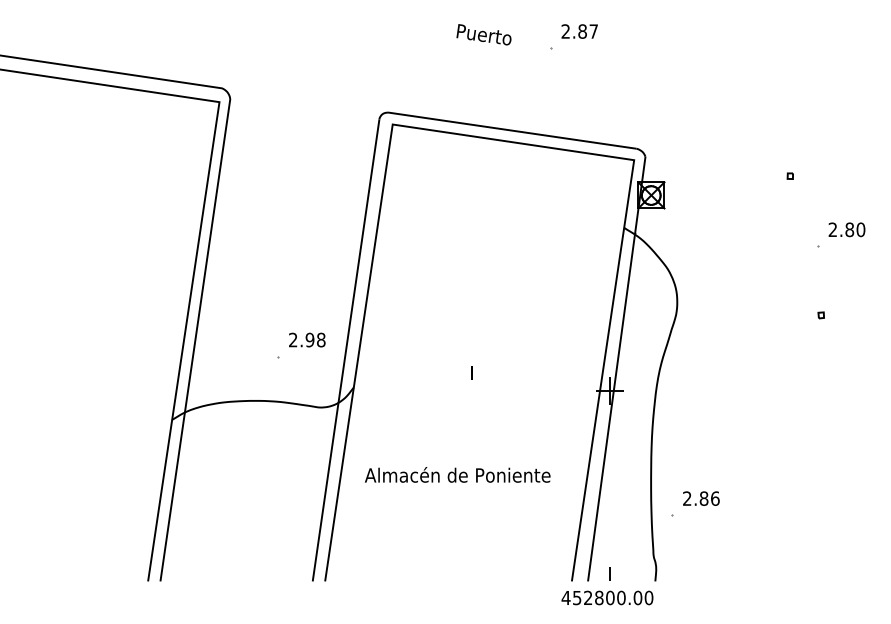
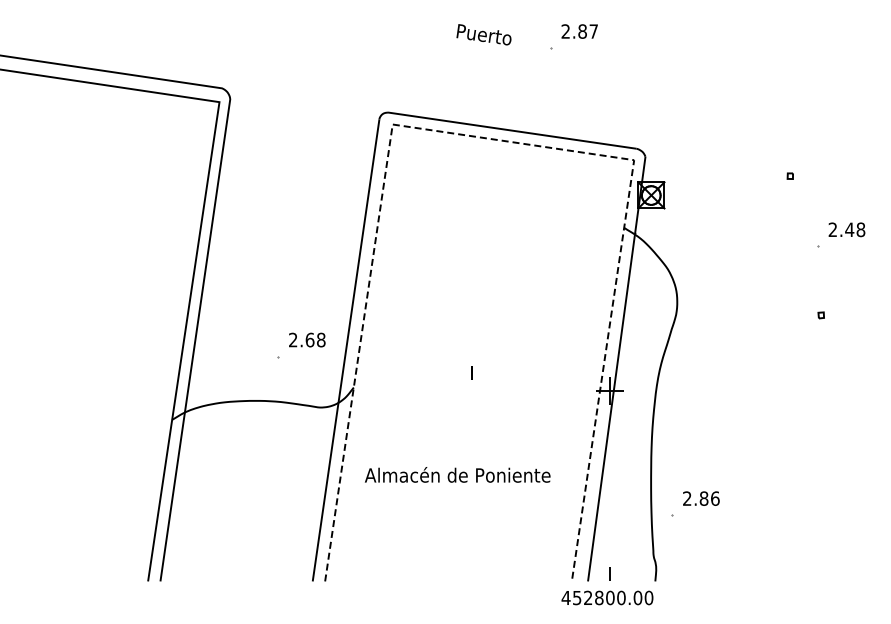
line at (496, 139): solid -> dashed
text at (855, 229): 2.80 -> 2.48
text at (309, 339): 2.98 -> 2.68
